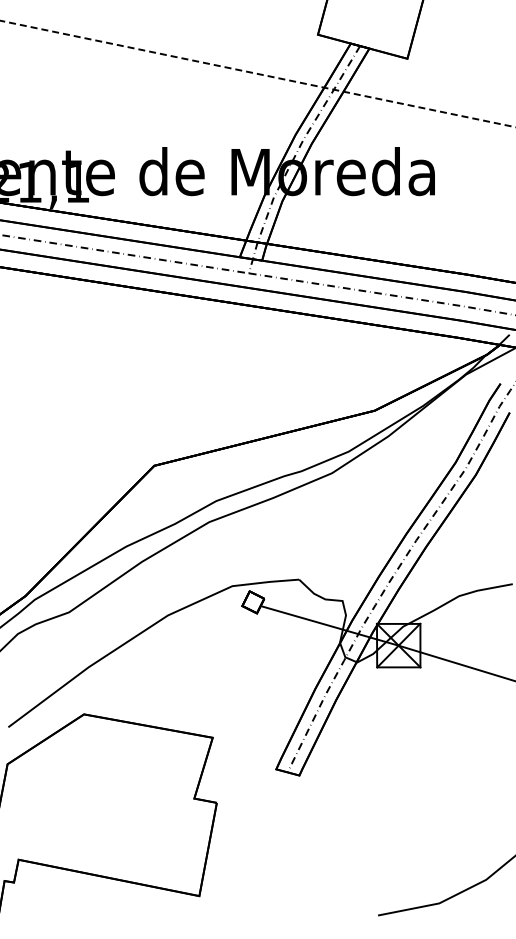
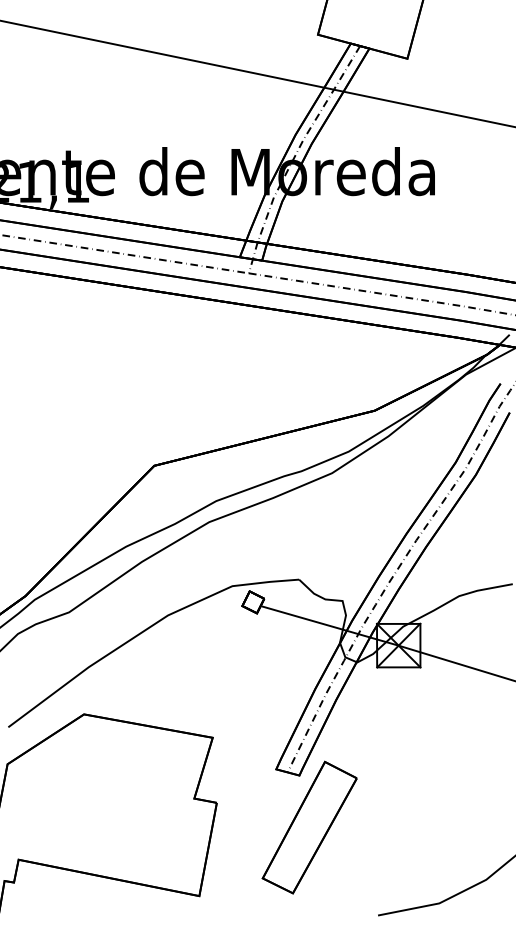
line at (258, 74): dashed -> solid
part at (309, 827): none -> present
